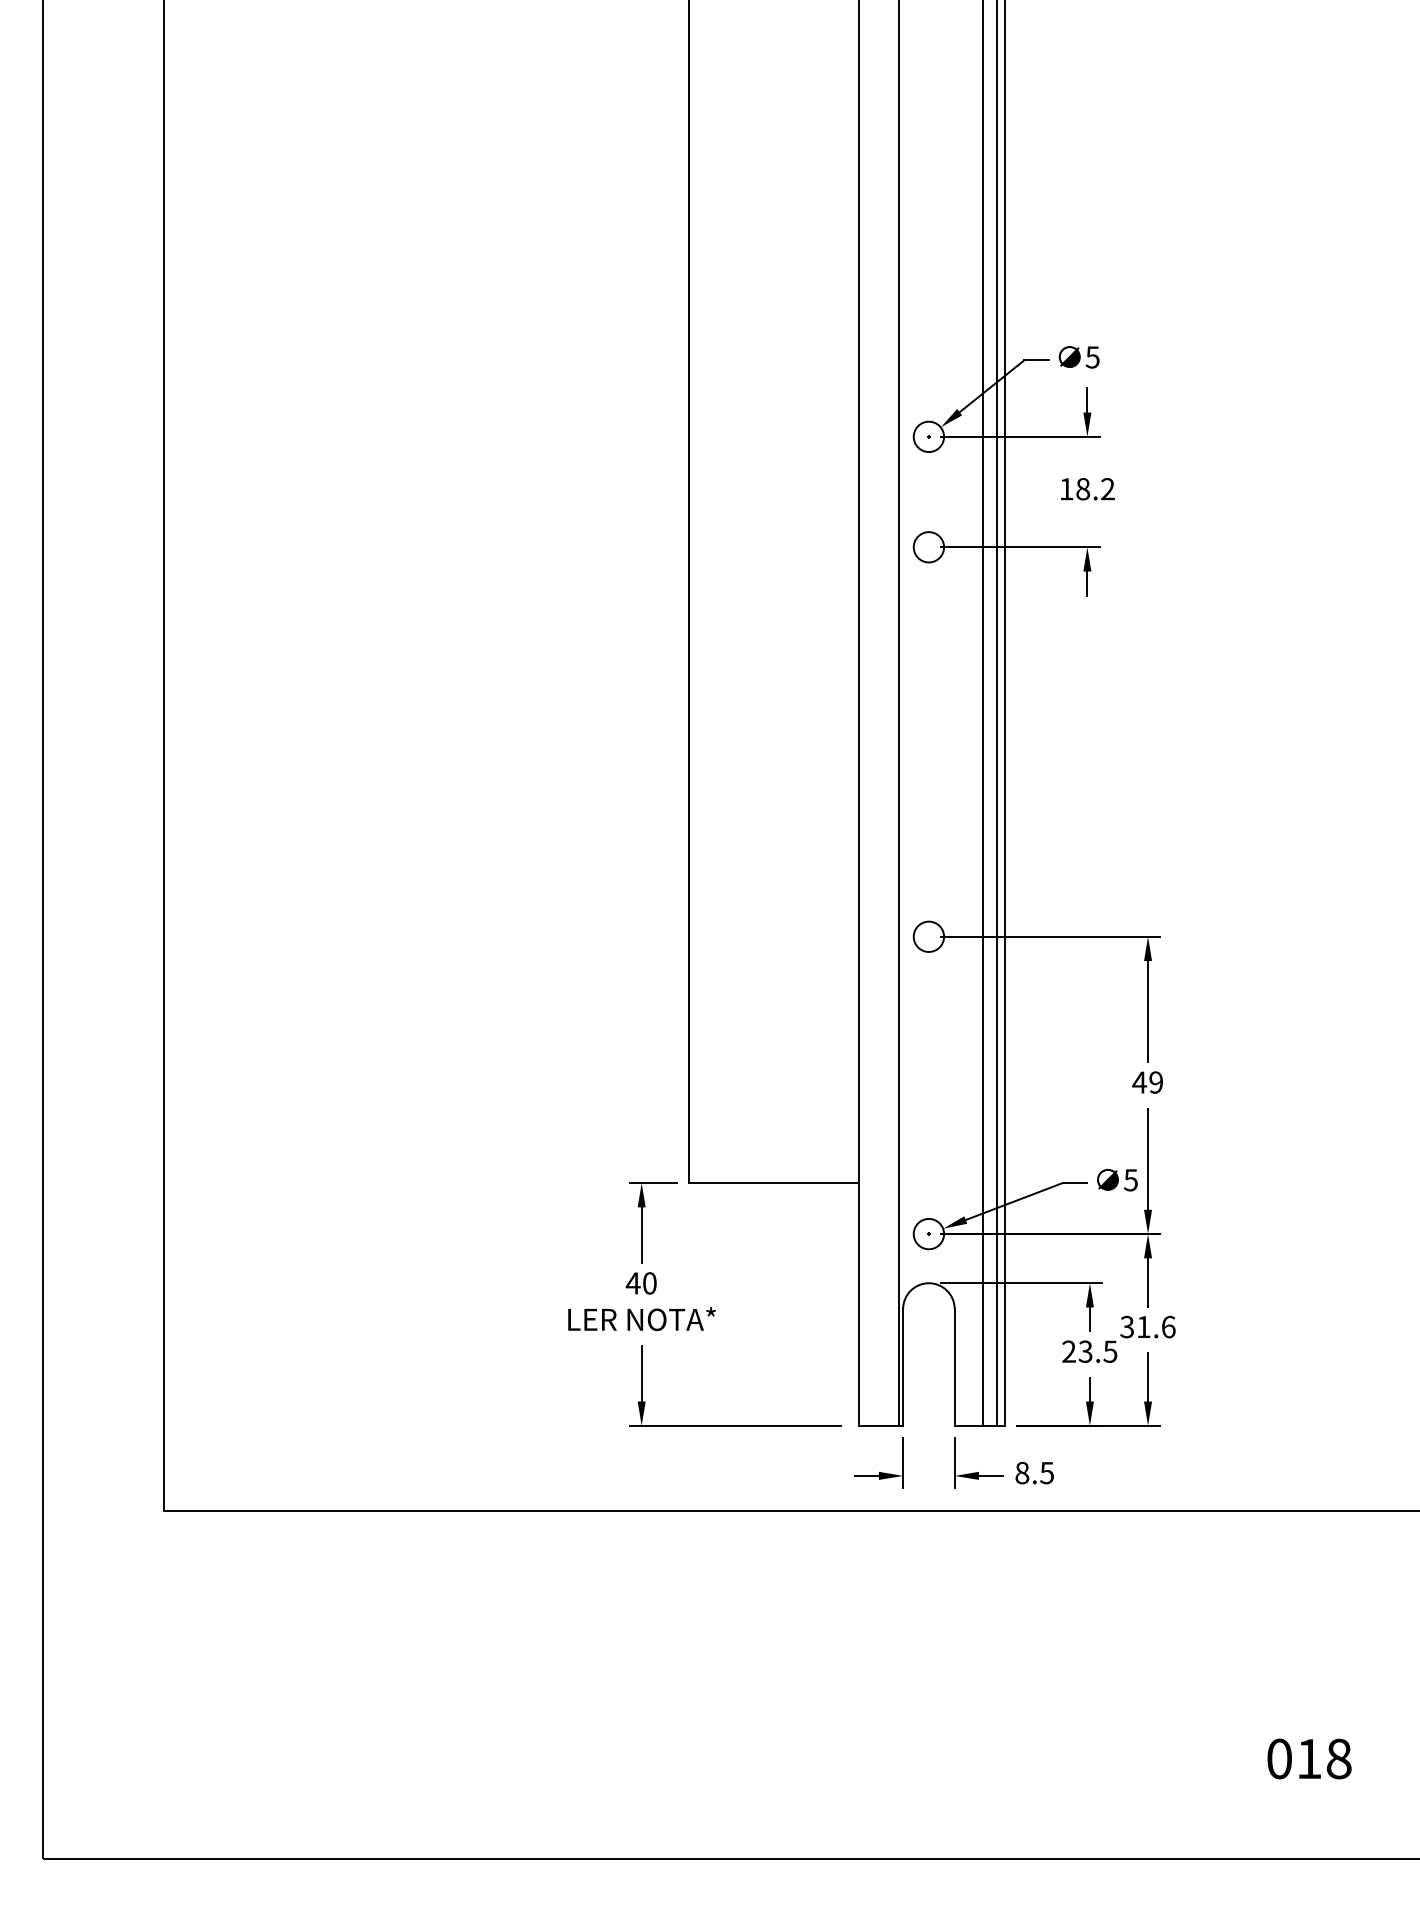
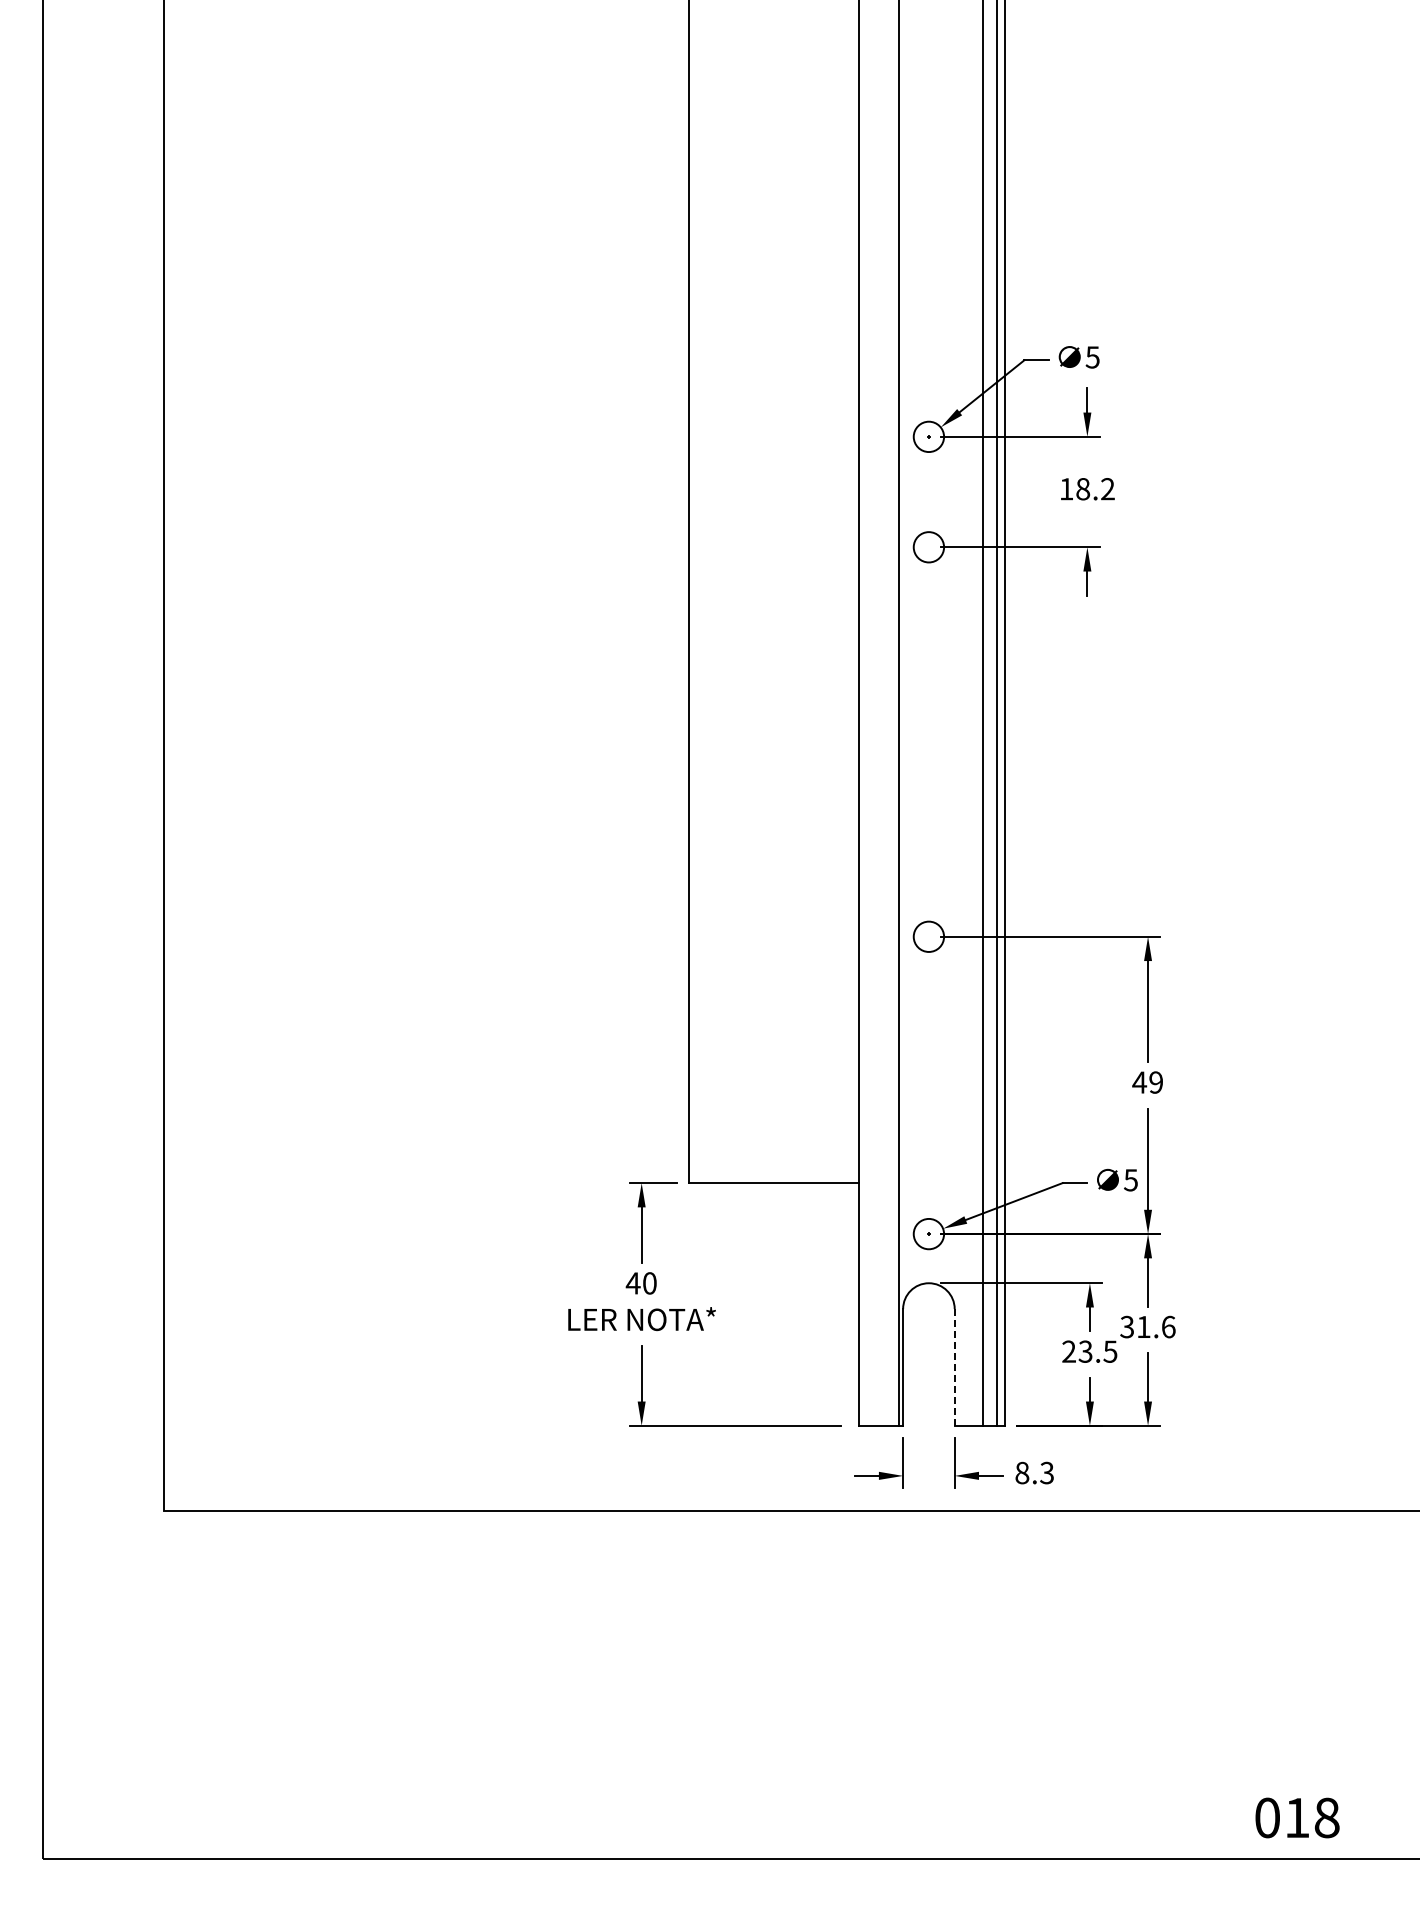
line at (954, 1366): solid -> dashed
text at (1046, 1472): 8.5 -> 8.3
text at (1309, 1758) position: (1309, 1758) -> (1297, 1817)
